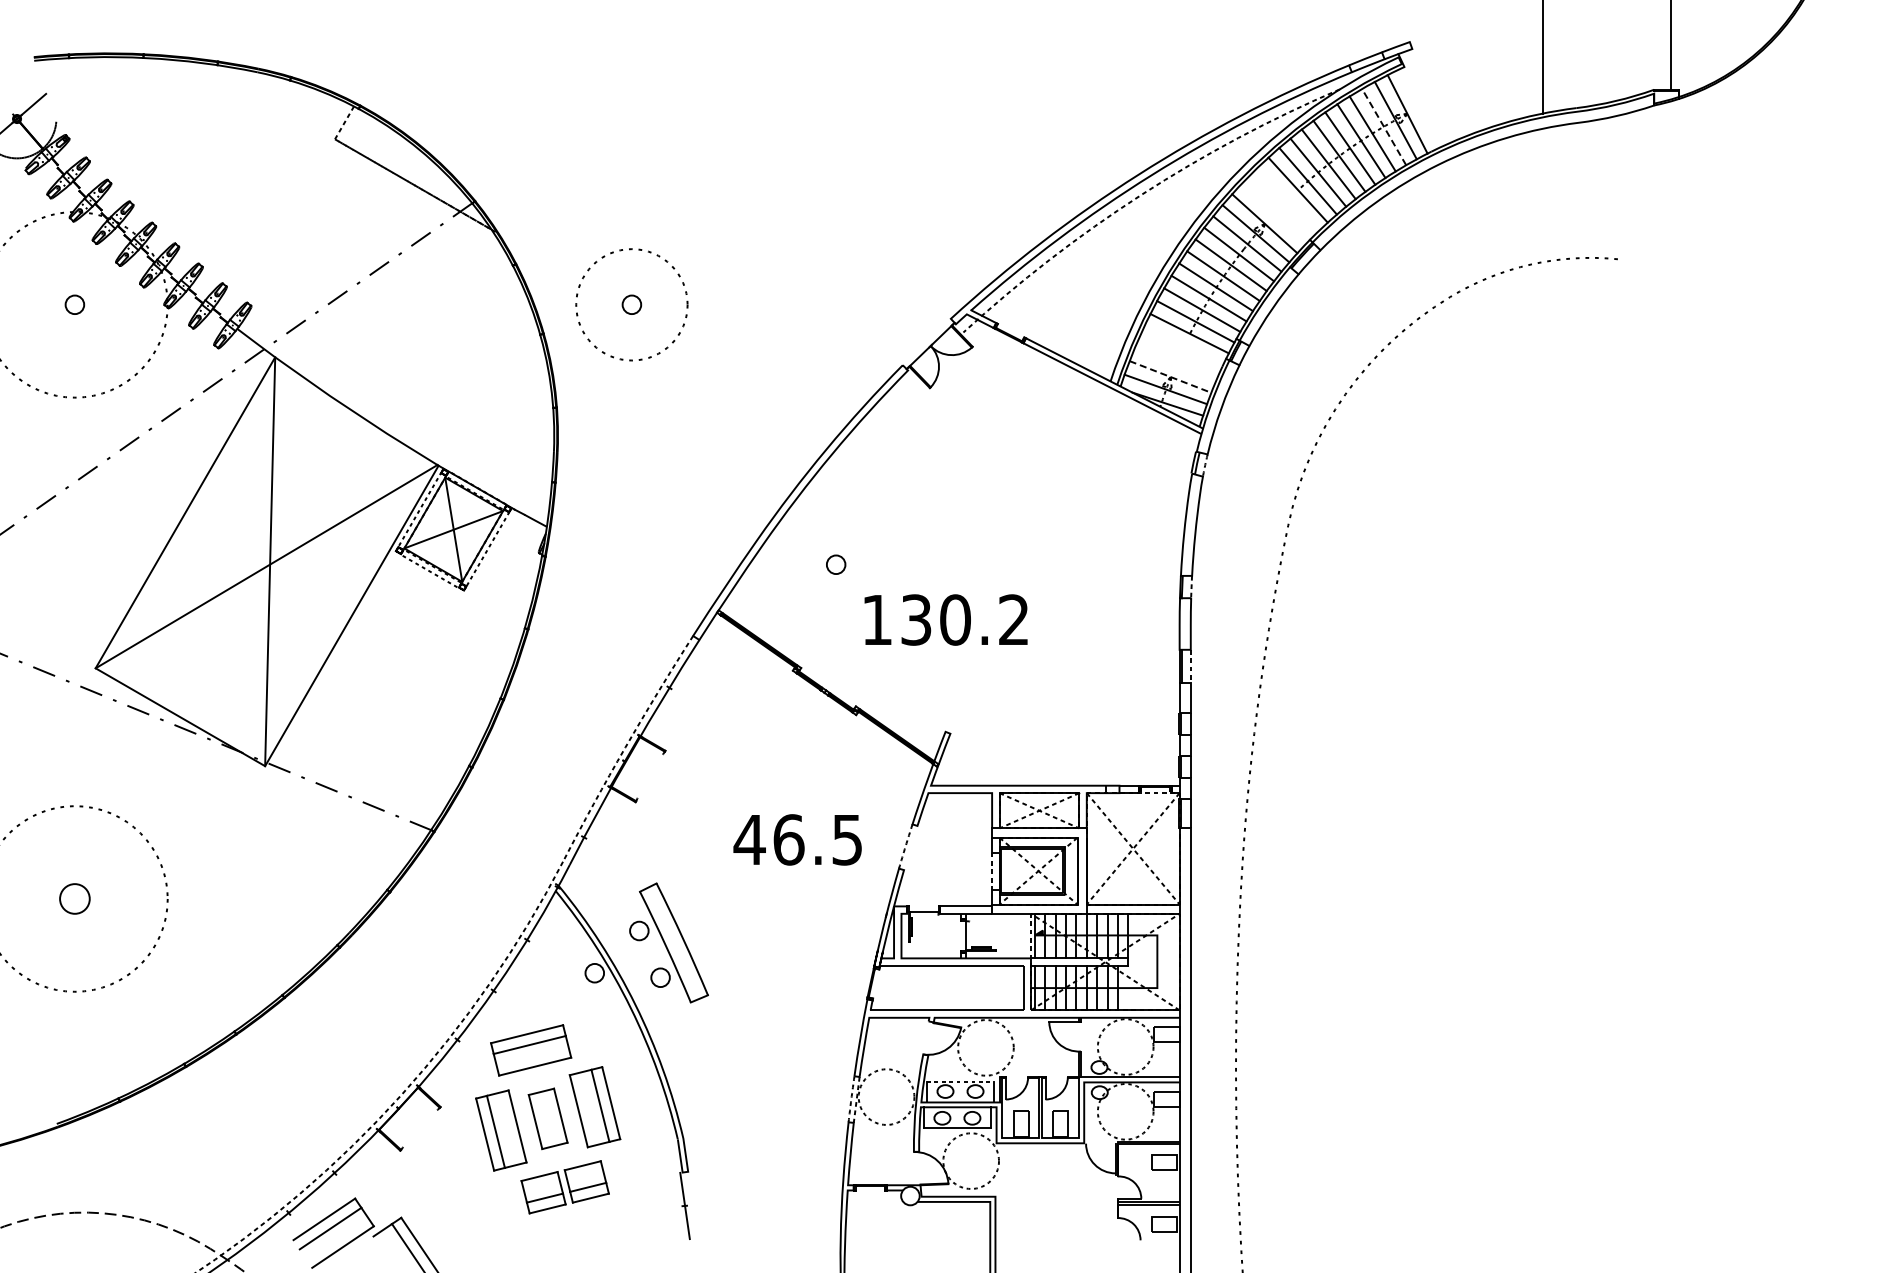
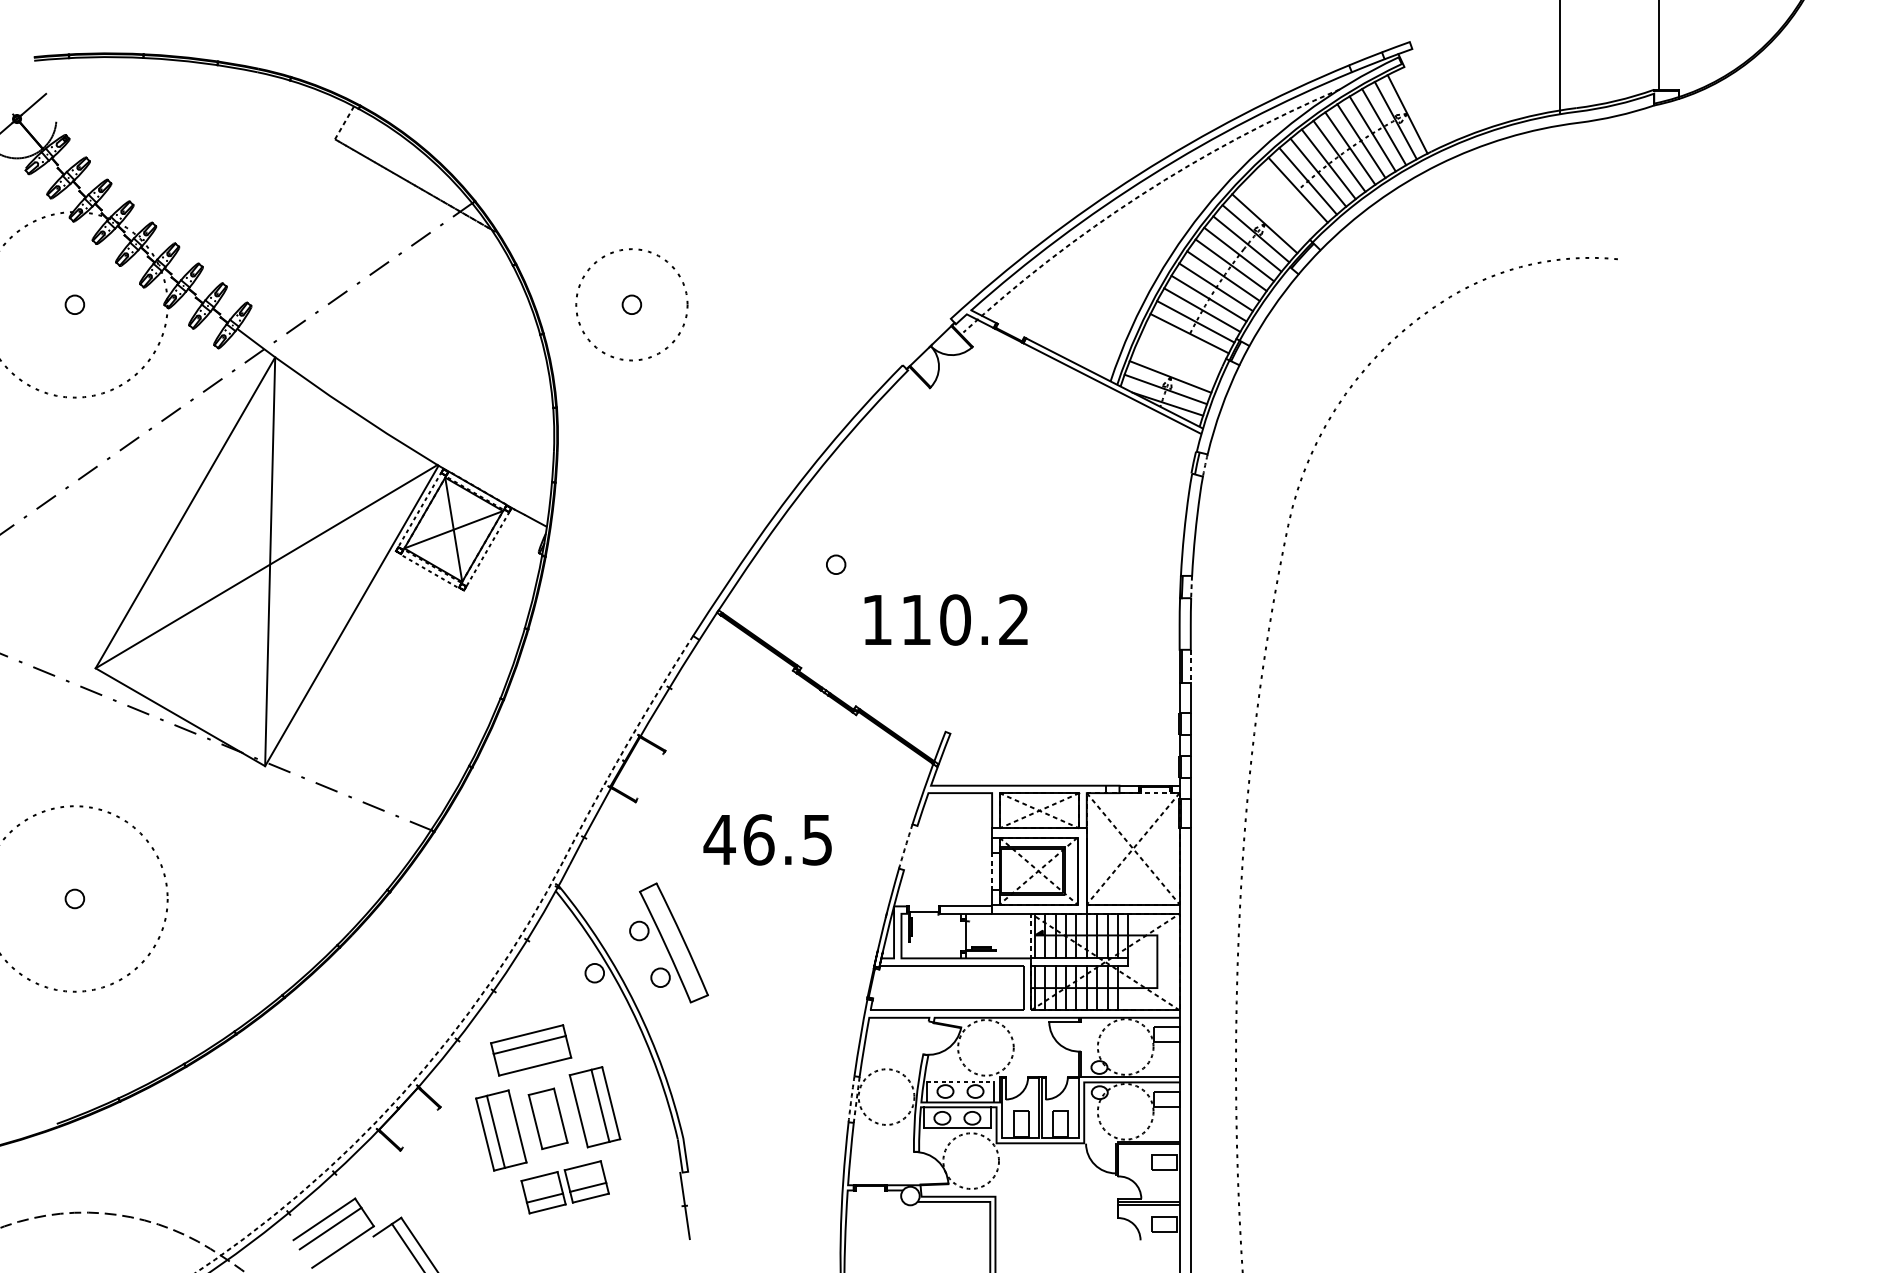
line at (1671, 46) position: (1671, 46) -> (1659, 46)
line at (1543, 58) position: (1543, 58) -> (1560, 58)
line at (1383, 126): dashed -> solid
line at (1170, 376): dashed -> solid
text at (916, 619): 130.2 -> 110.2
text at (797, 839) position: (797, 839) -> (767, 839)
circle at (74, 898) diameter: 30 px -> 19 px
